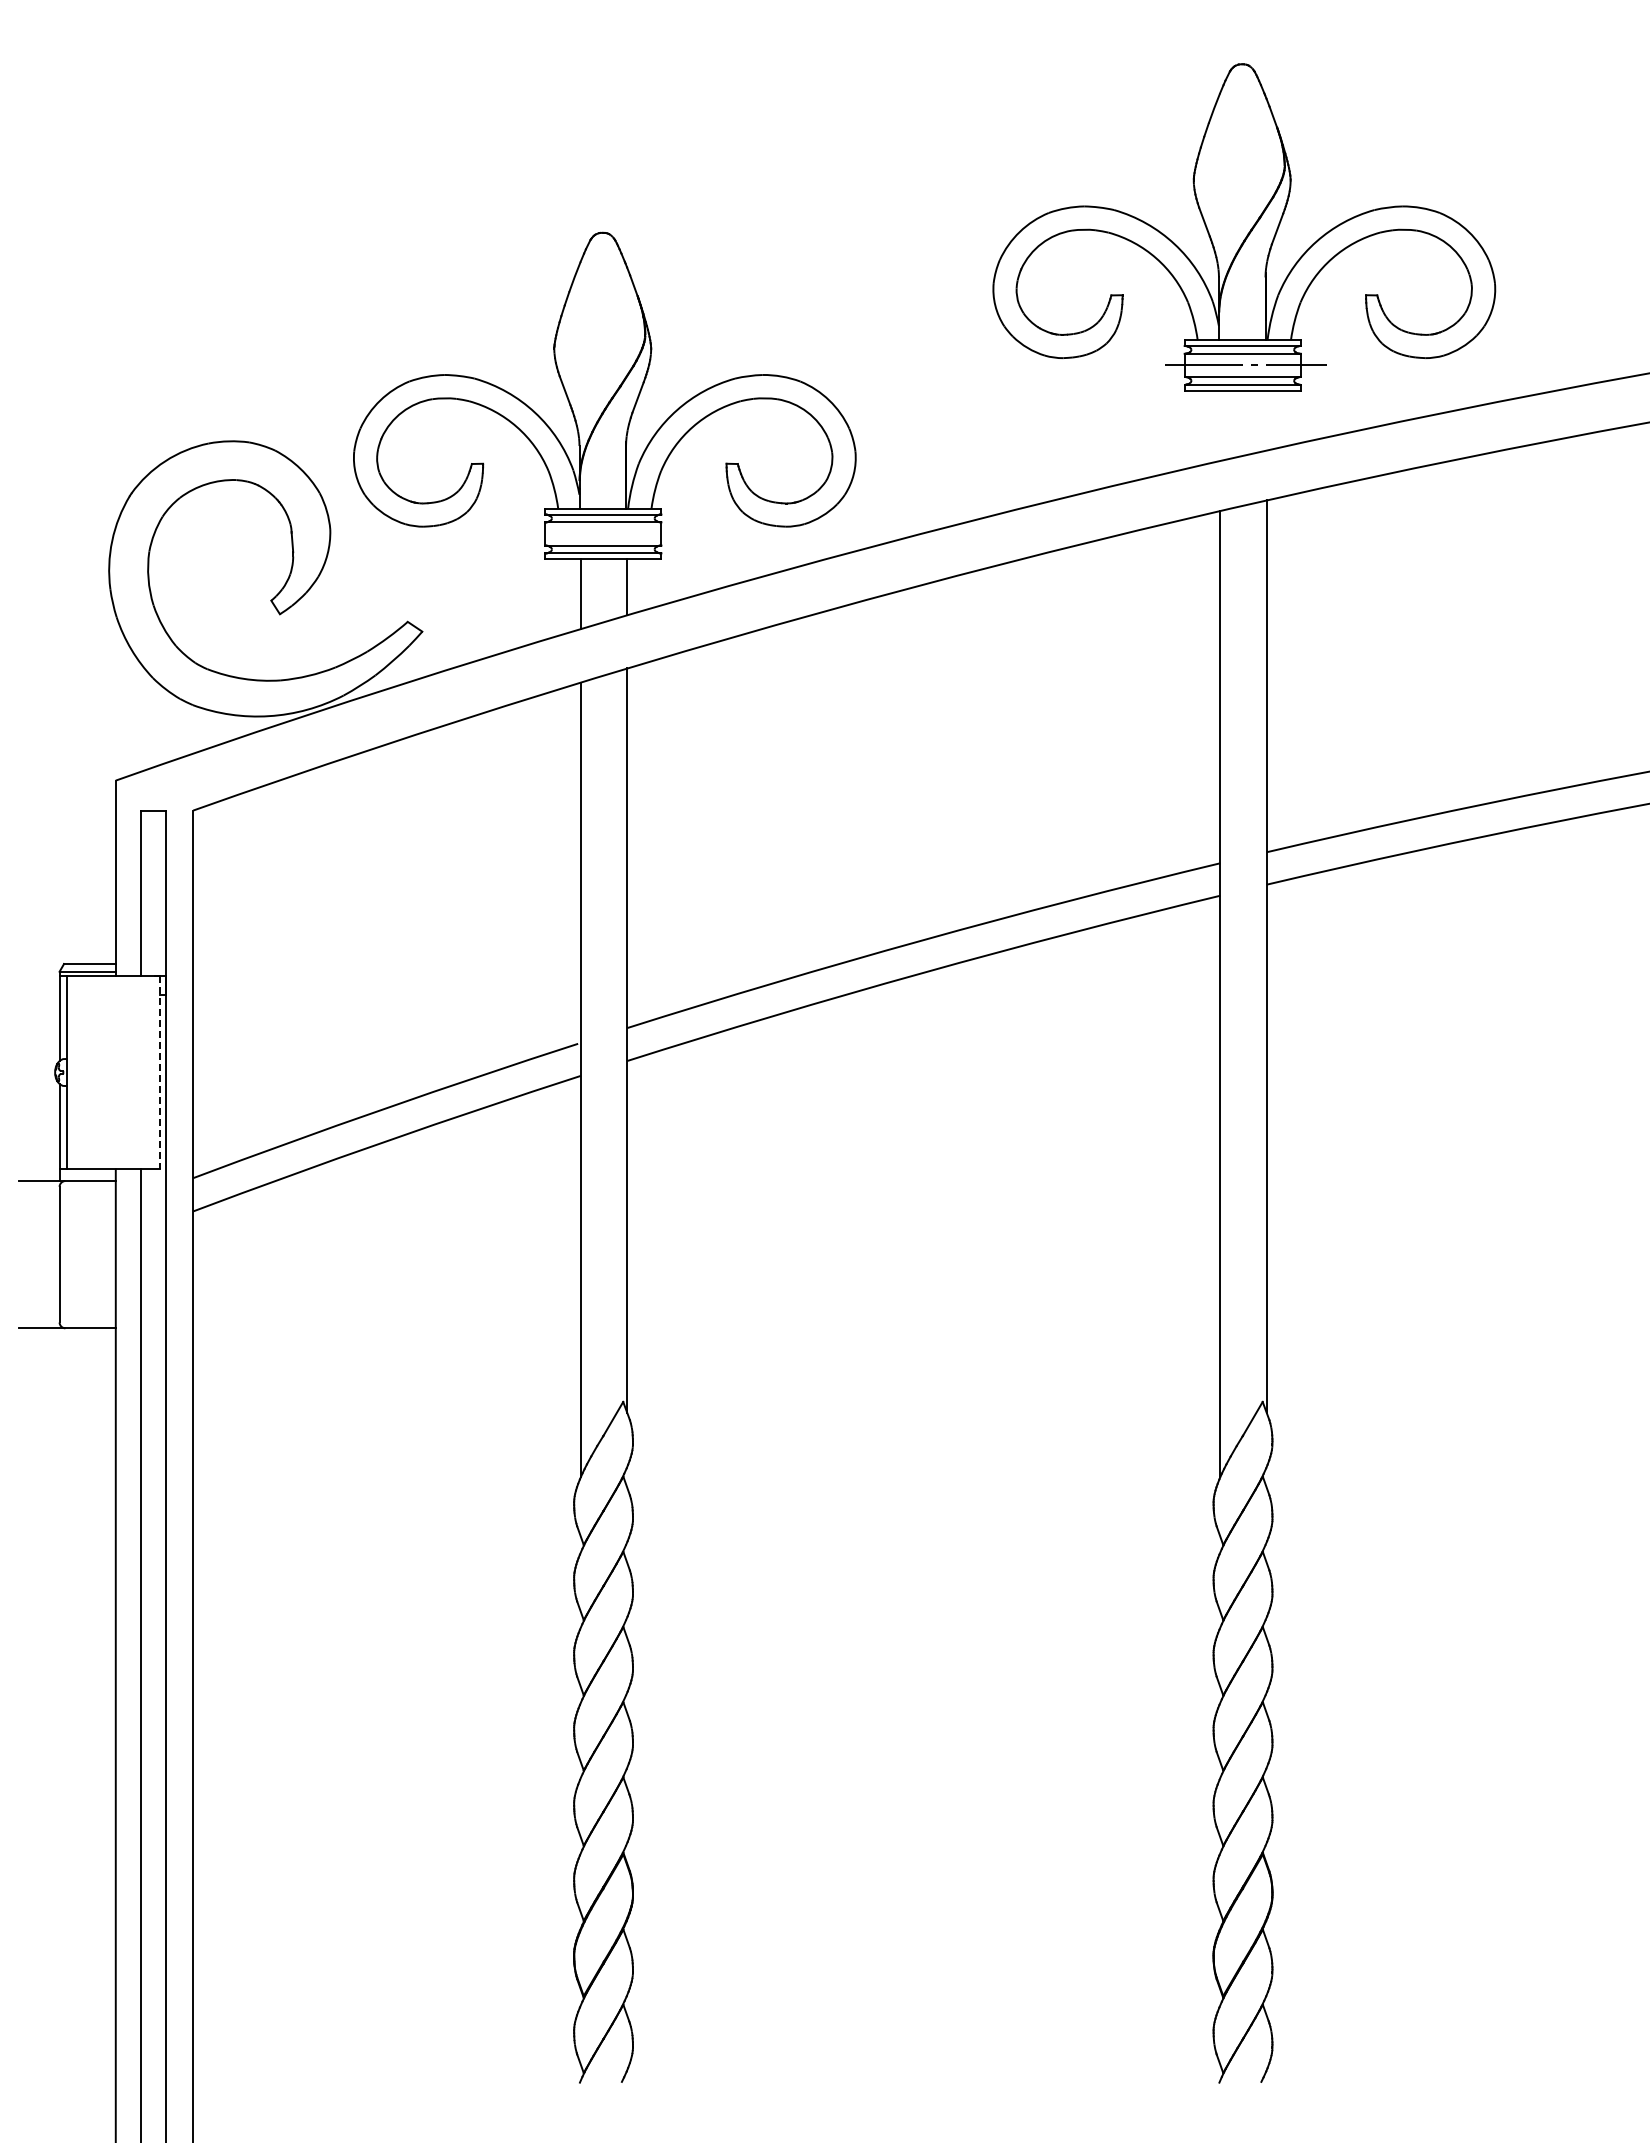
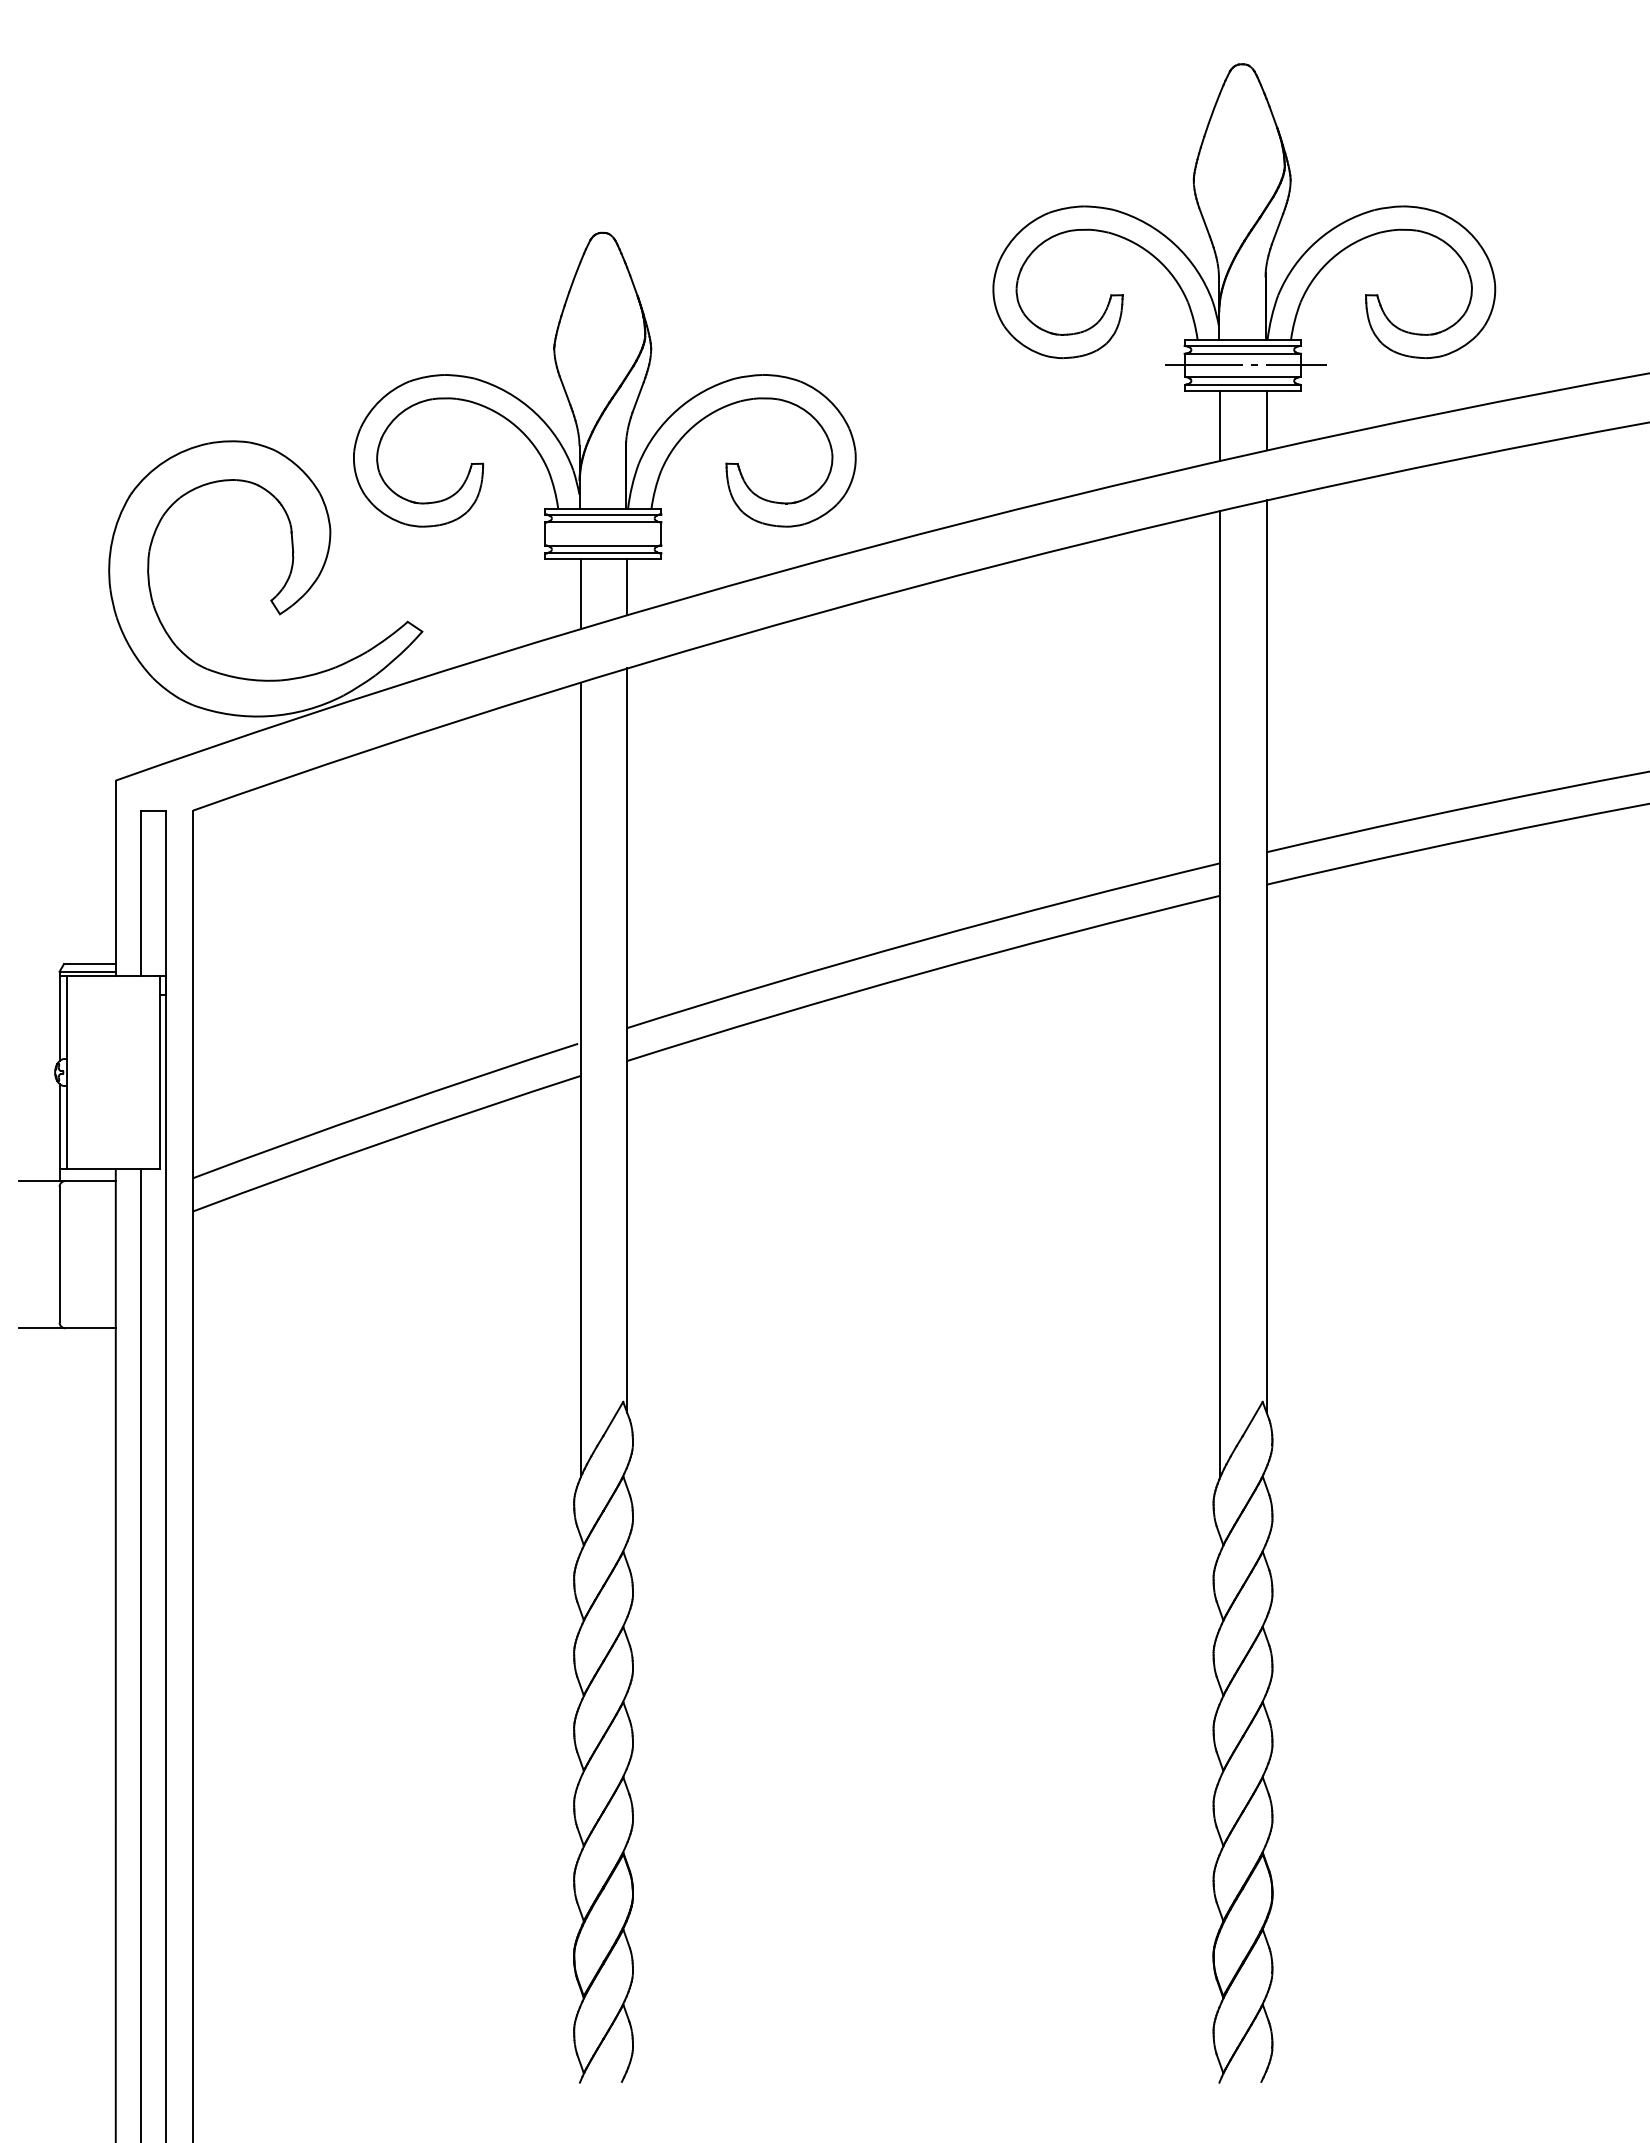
line at (1266, 420): none -> present
line at (1220, 425): none -> present
line at (160, 1072): dashed -> solid
